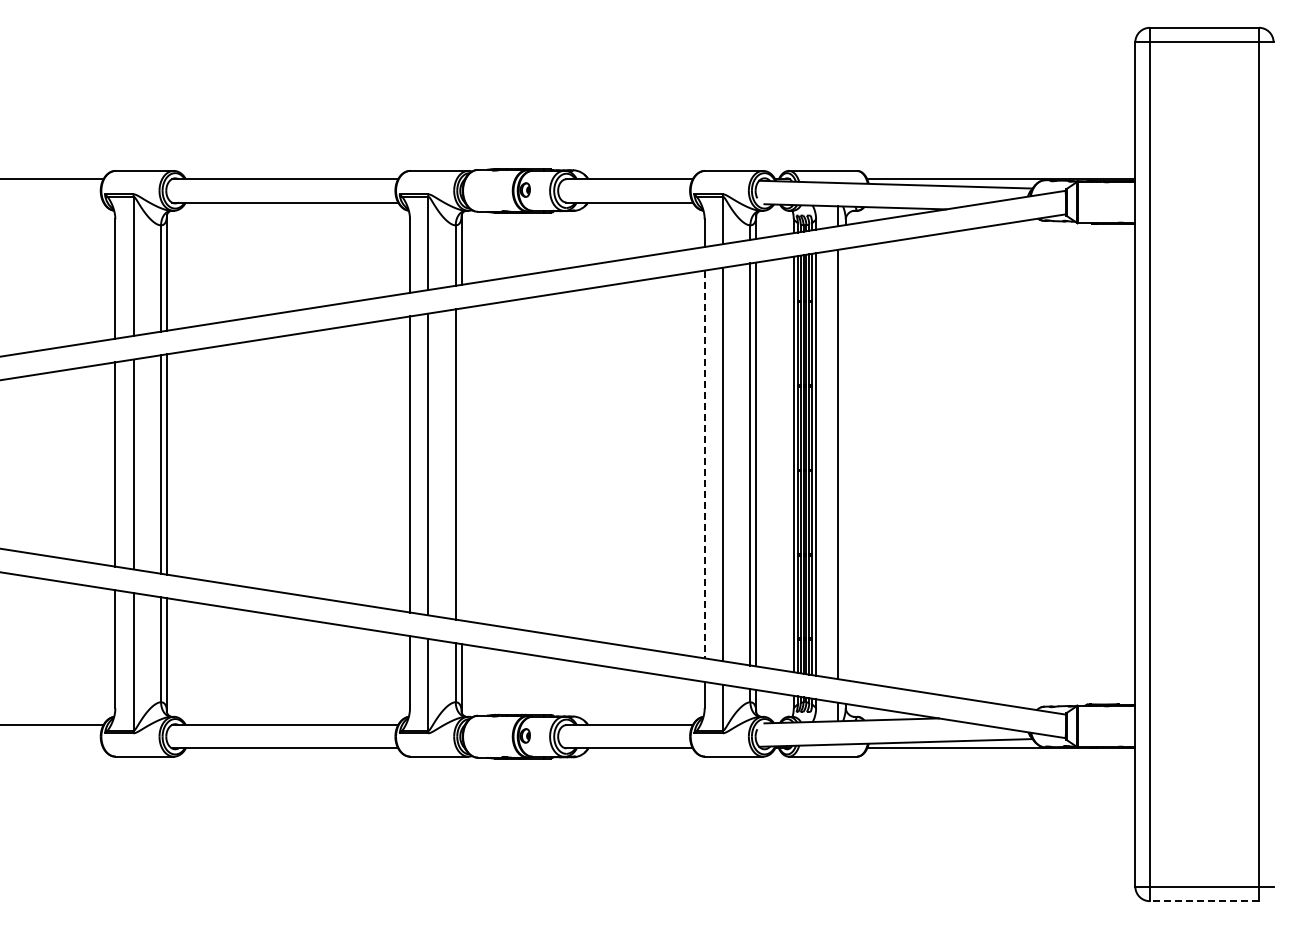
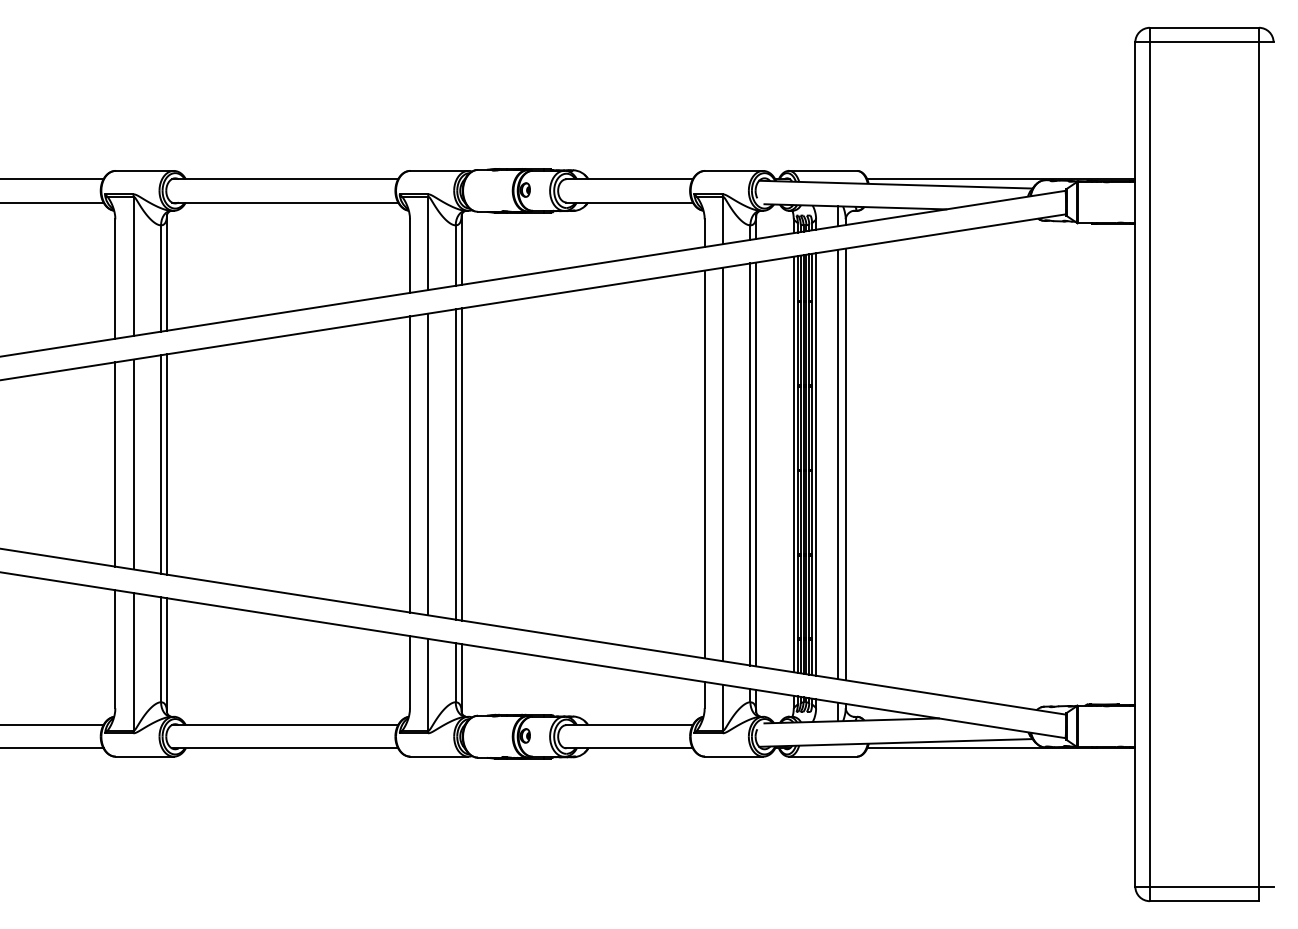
line at (52, 202): none -> present
line at (461, 464): none -> present
line at (704, 464): dashed -> solid
line at (845, 464): none -> present
line at (52, 748): none -> present
line at (1204, 901): dashed -> solid
